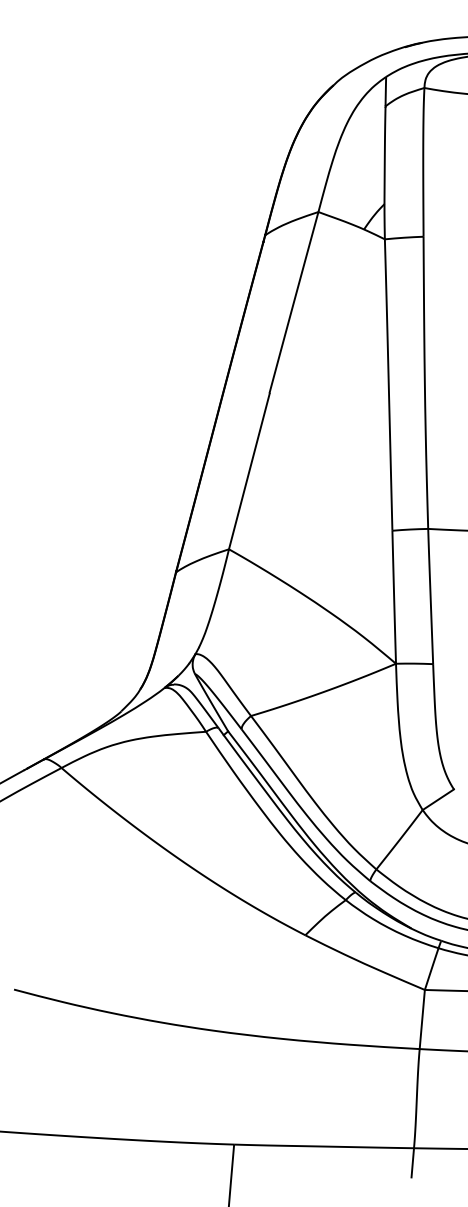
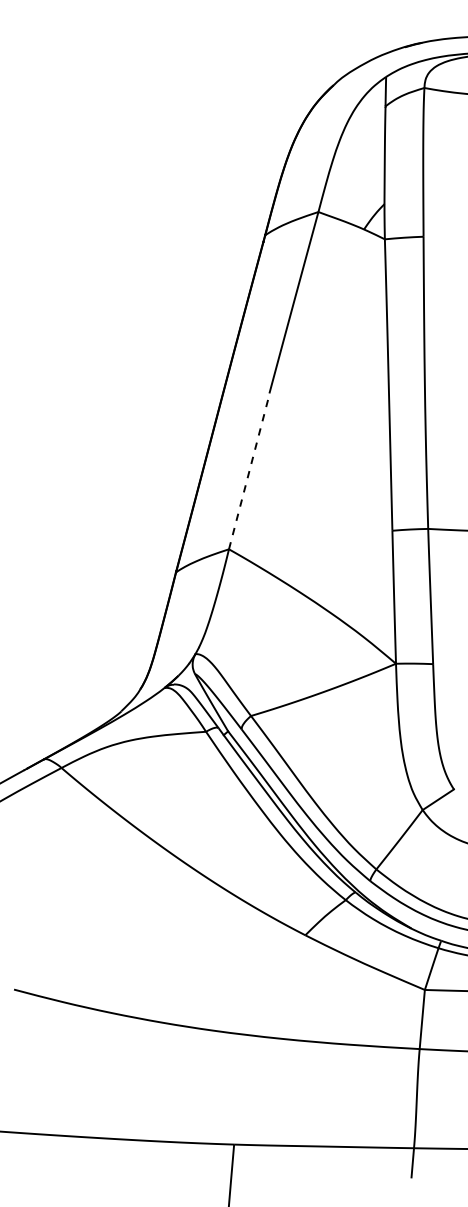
line at (249, 470): solid -> dashed
